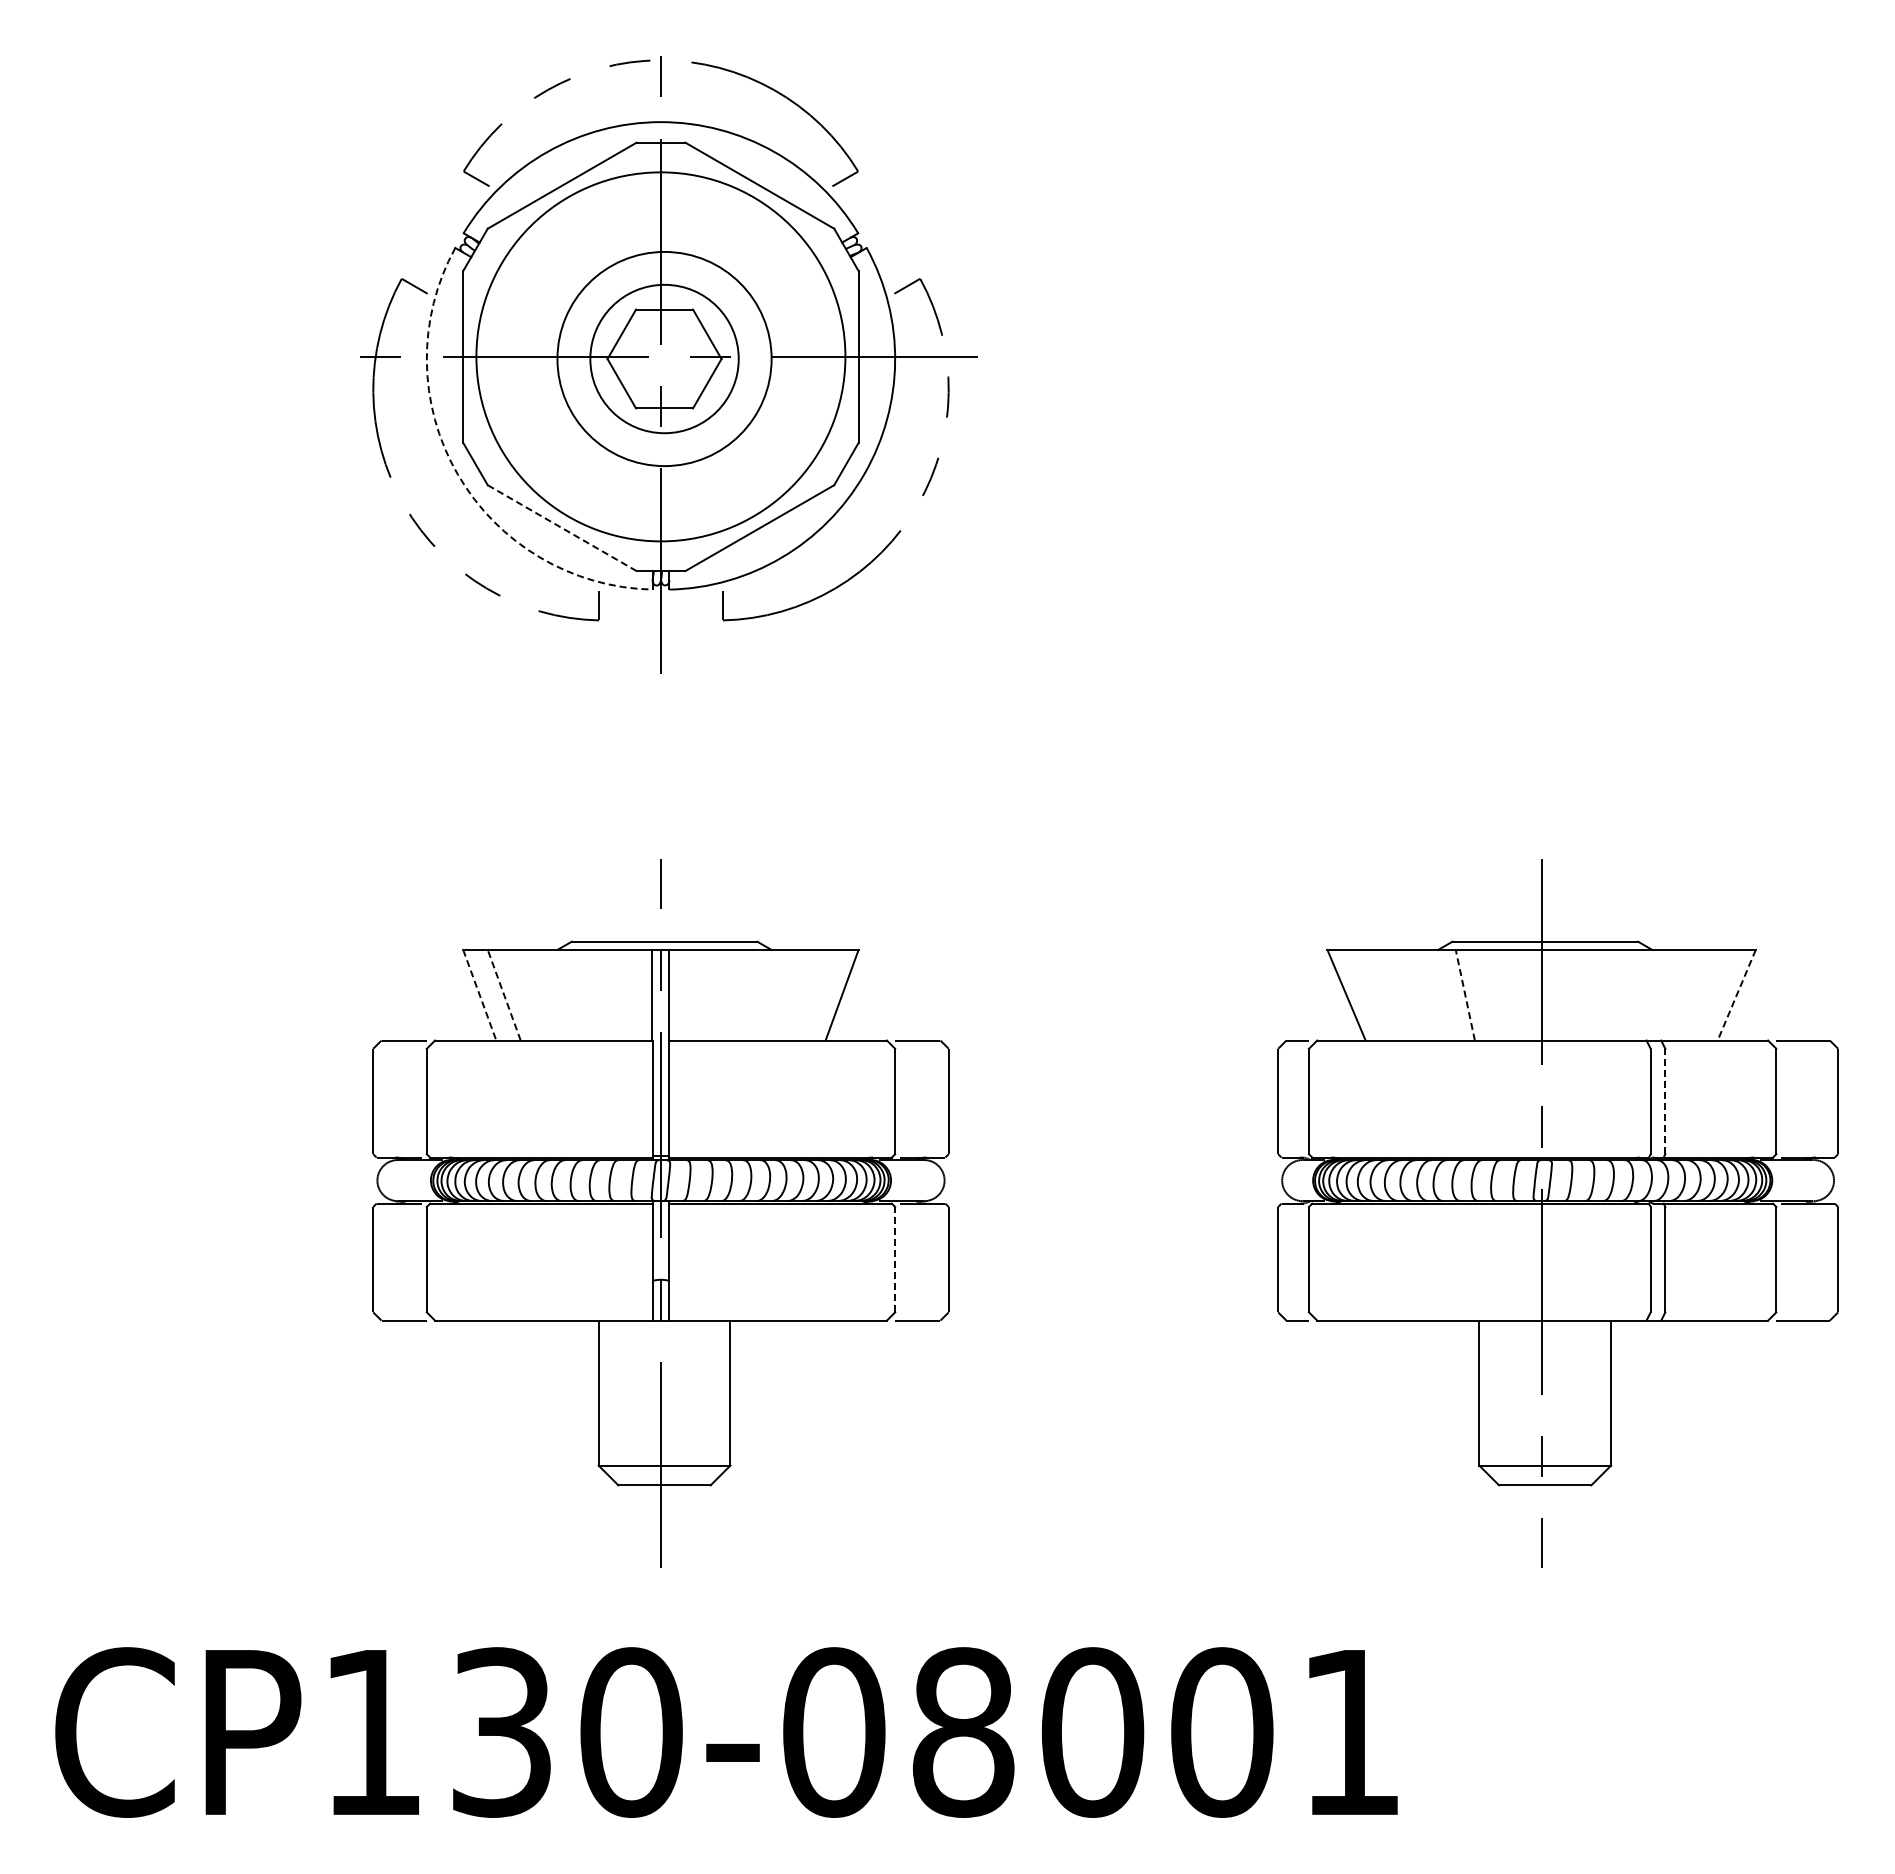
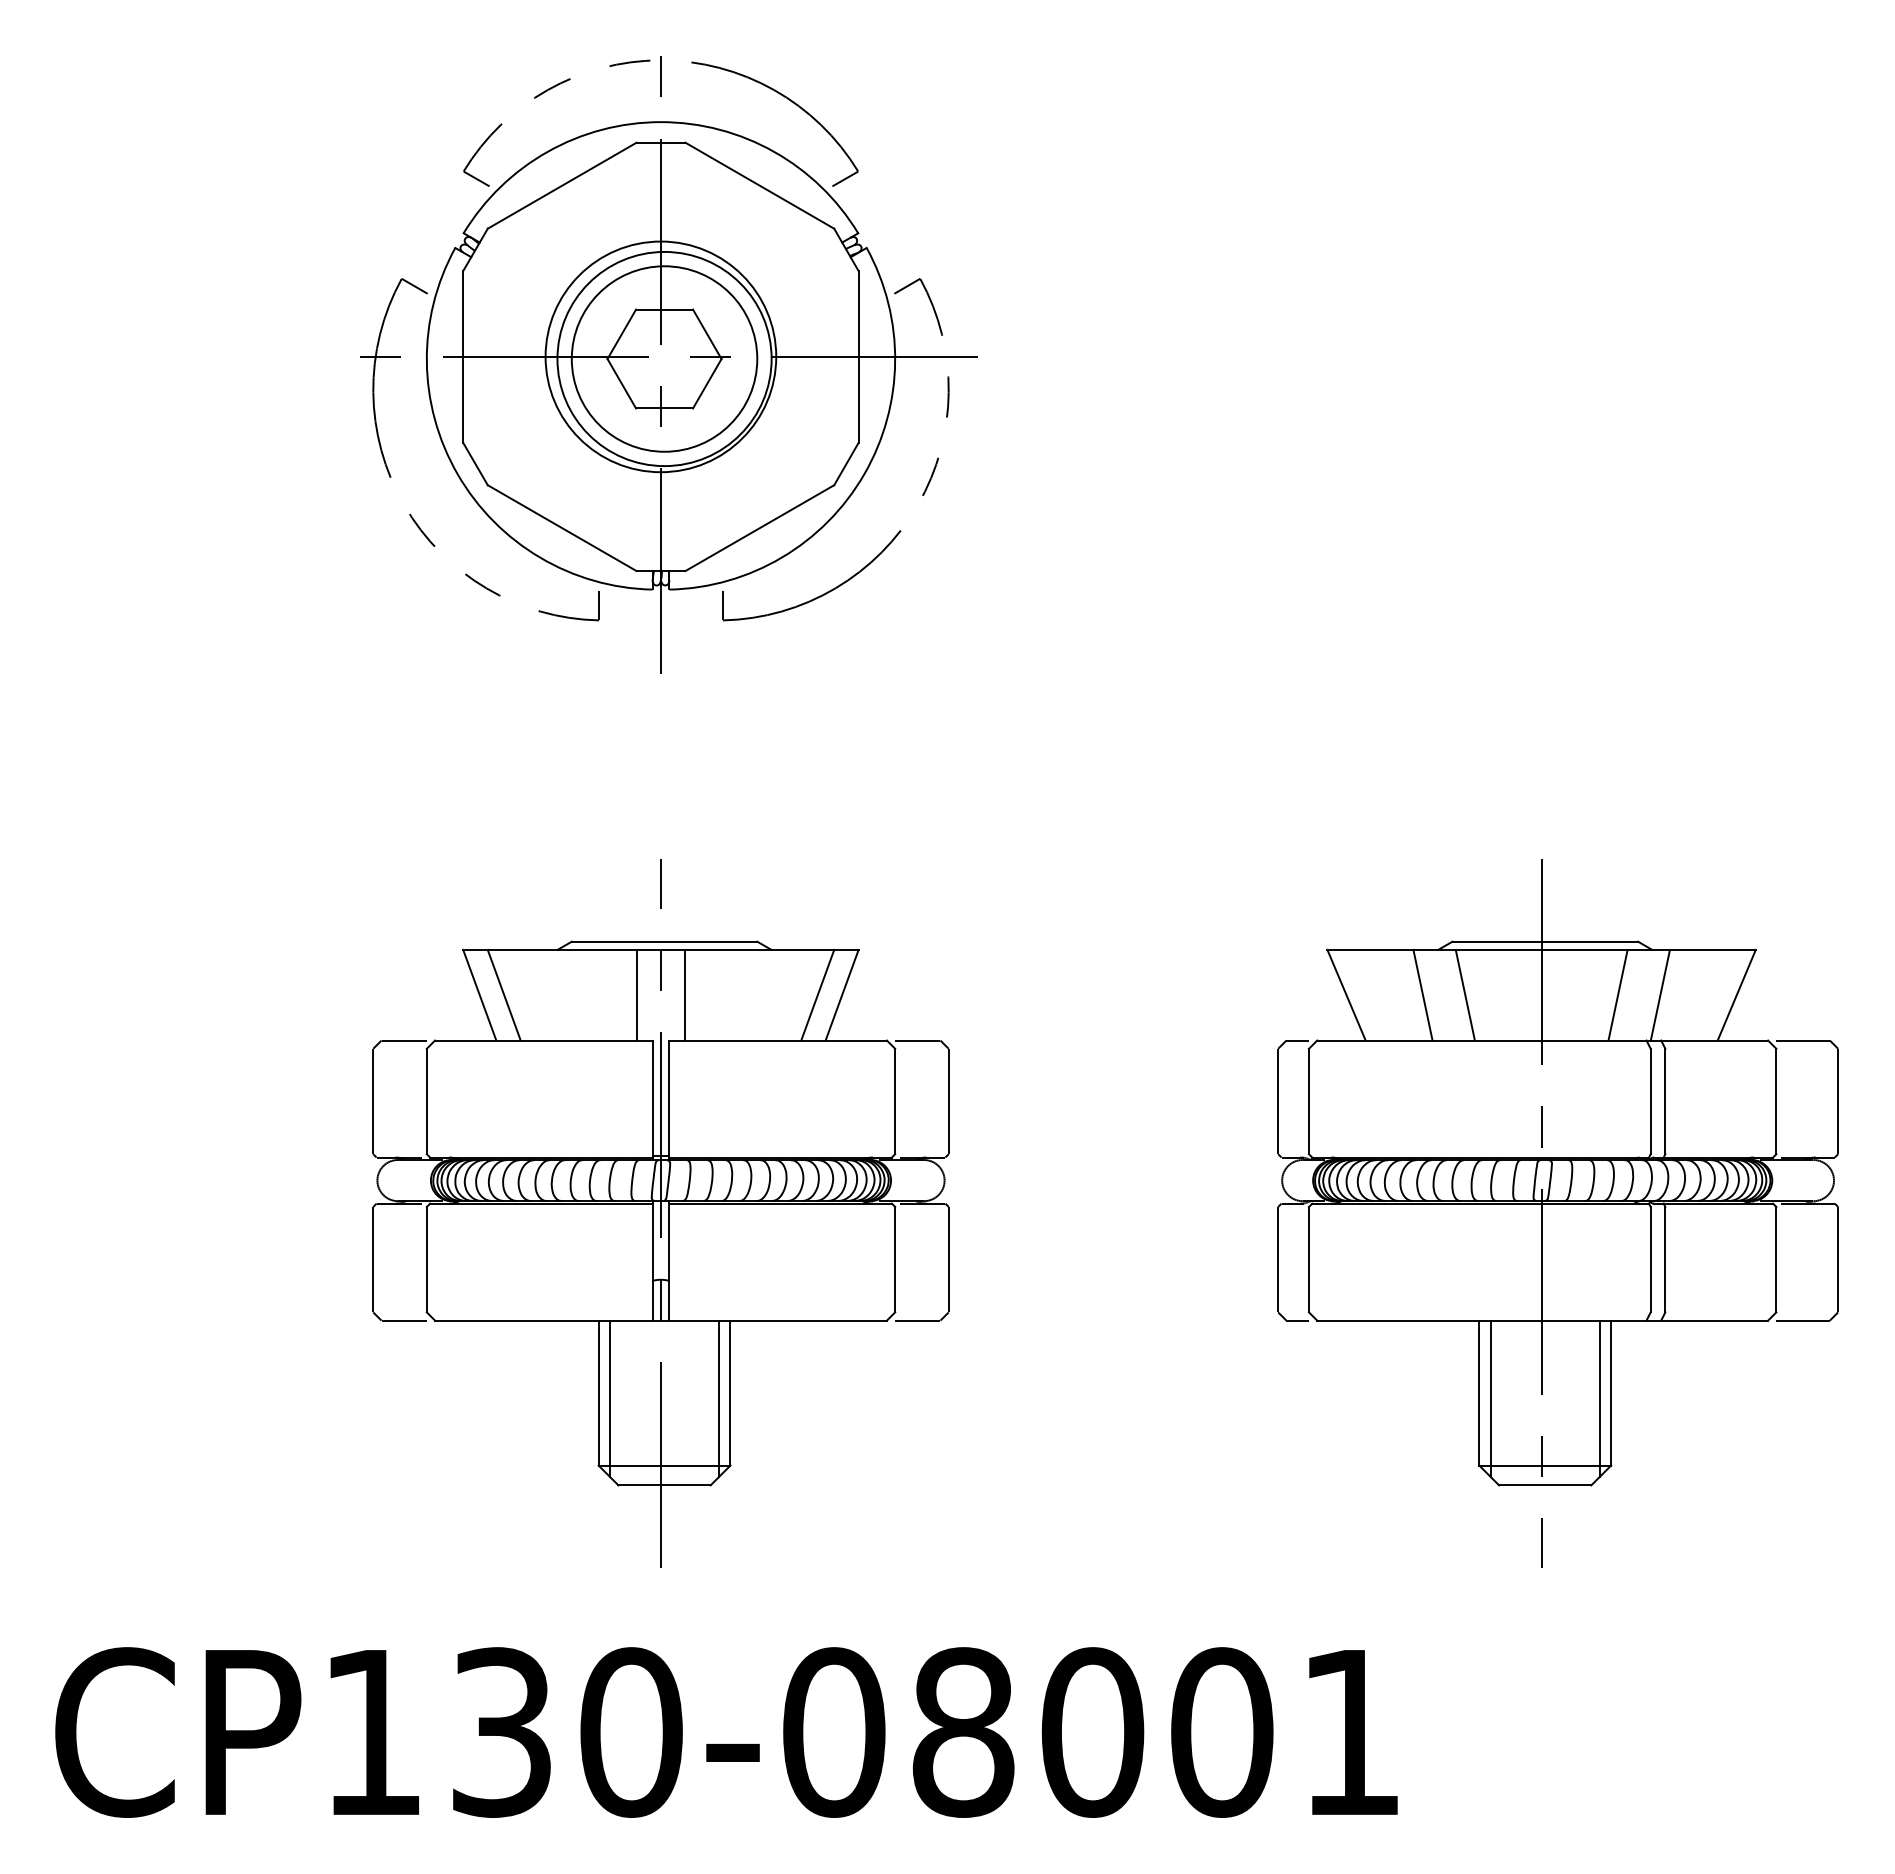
circle at (660, 356) diameter: 369 px -> 231 px
circle at (664, 358) diameter: 148 px -> 185 px
arc at (457, 474): dashed -> solid
line at (562, 528): dashed -> solid
line at (504, 994): dashed -> solid
line at (651, 994) position: (651, 994) -> (636, 994)
line at (669, 994) position: (669, 994) -> (685, 994)
line at (817, 994): none -> present
line at (1422, 994): none -> present
line at (1465, 994): dashed -> solid
line at (1617, 994): none -> present
line at (1659, 994): none -> present
line at (479, 995): dashed -> solid
line at (1736, 995): dashed -> solid
line at (1665, 1101): dashed -> solid
line at (895, 1259): dashed -> solid
line at (609, 1398): none -> present
line at (719, 1398): none -> present
line at (1490, 1398): none -> present
line at (1599, 1398): none -> present
